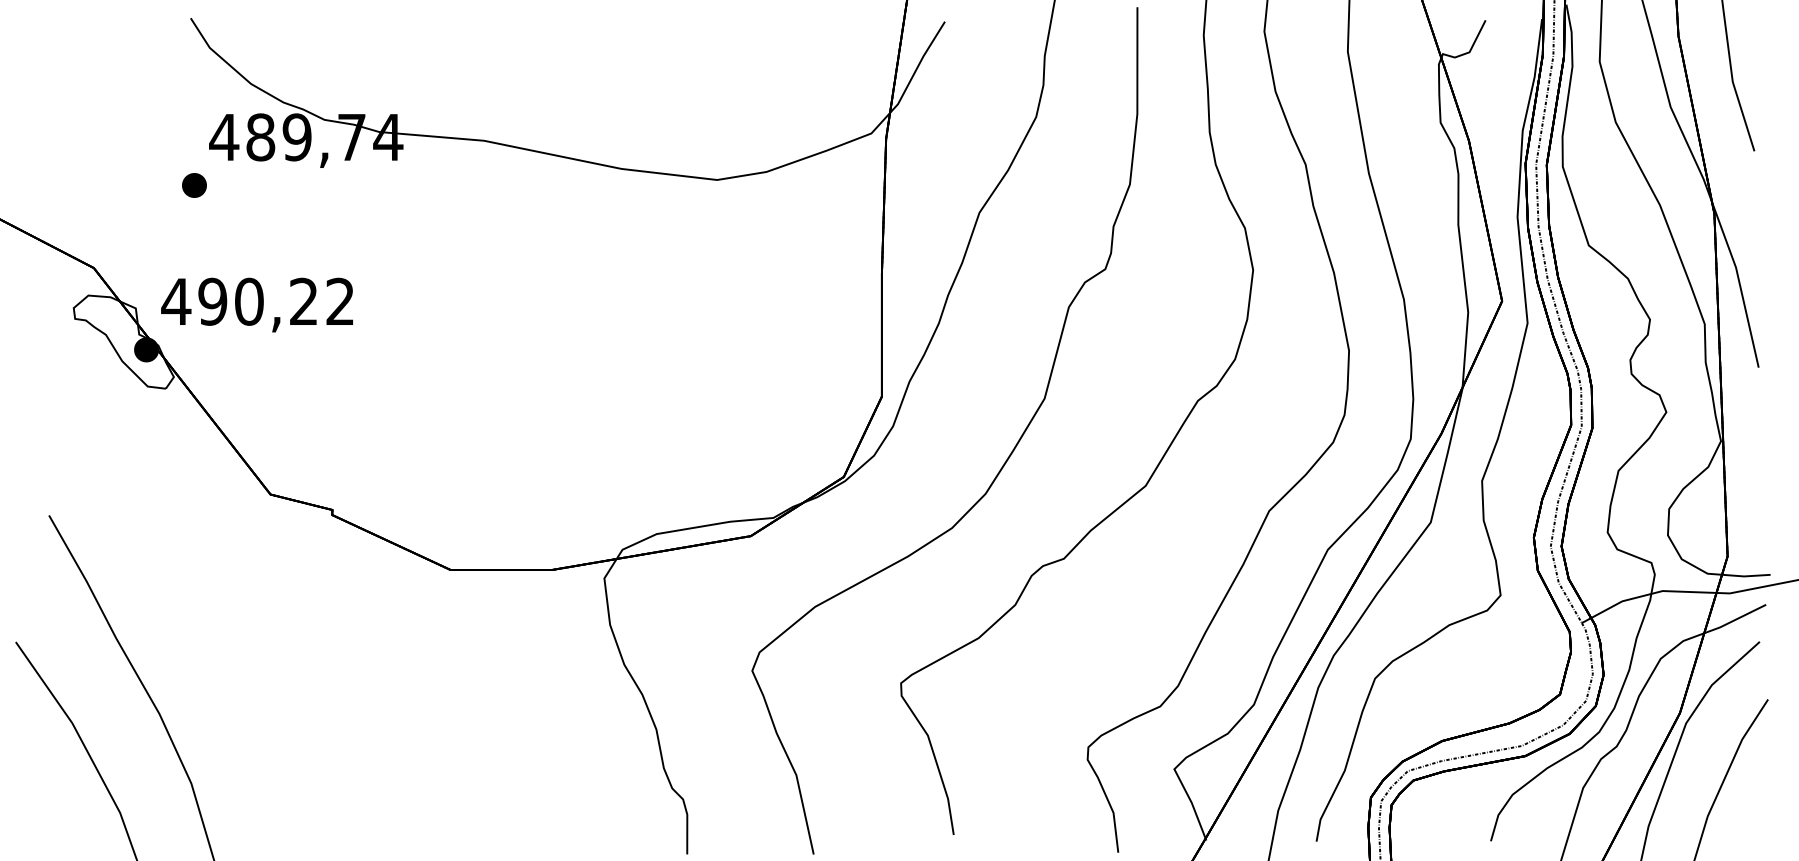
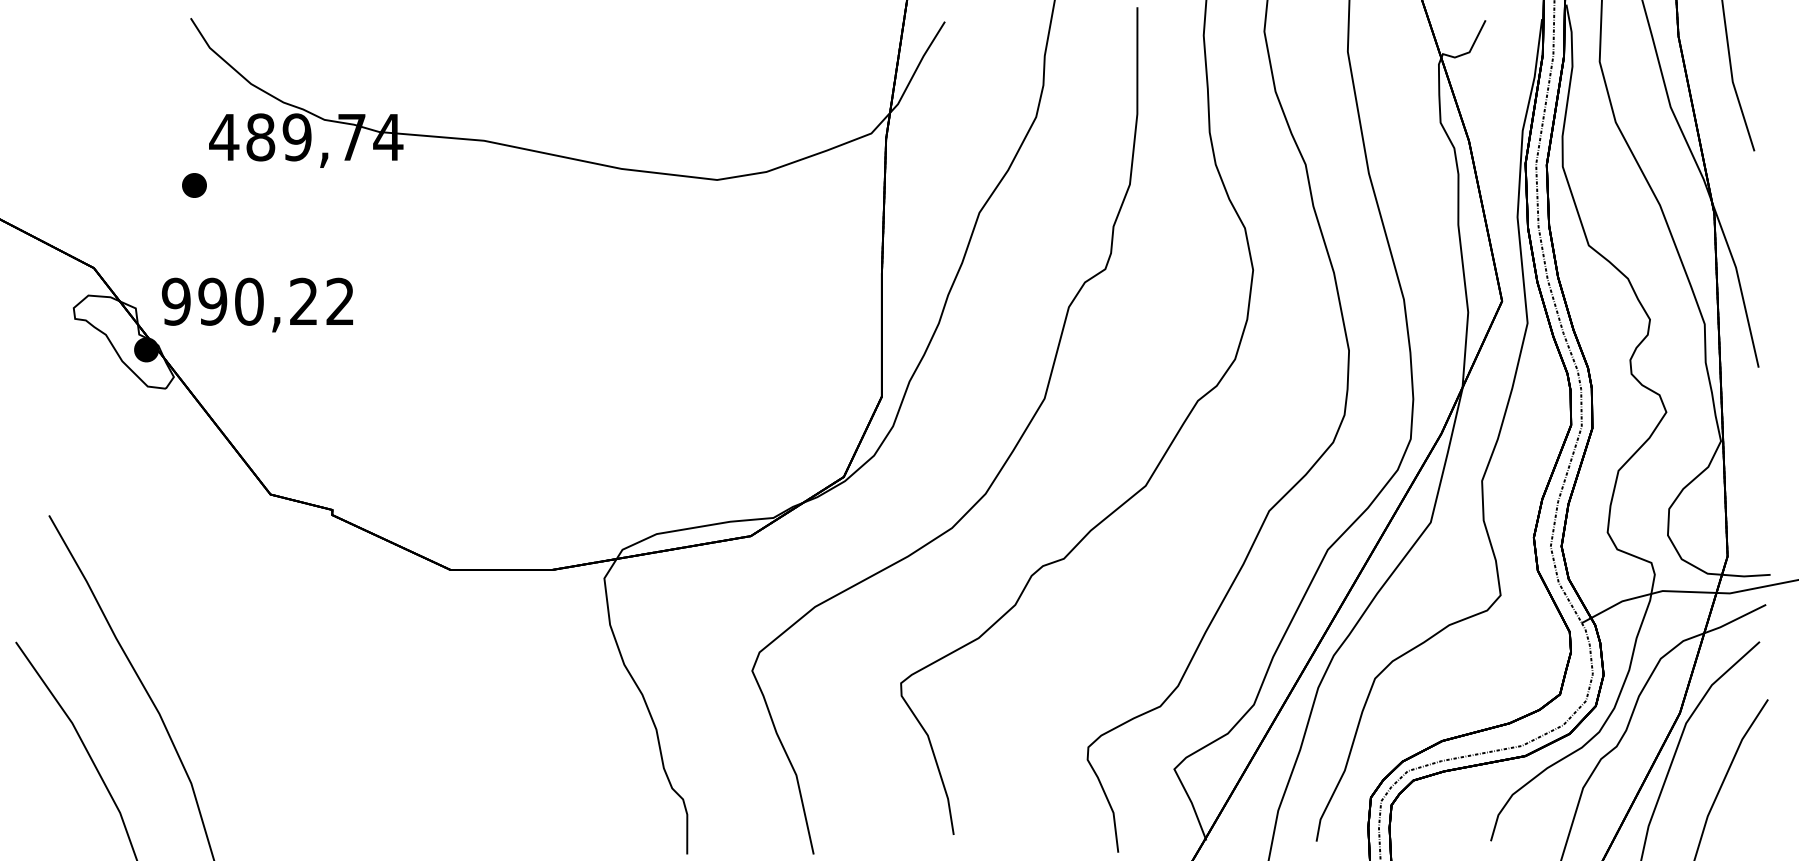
text at (176, 301): 490,22 -> 990,22
